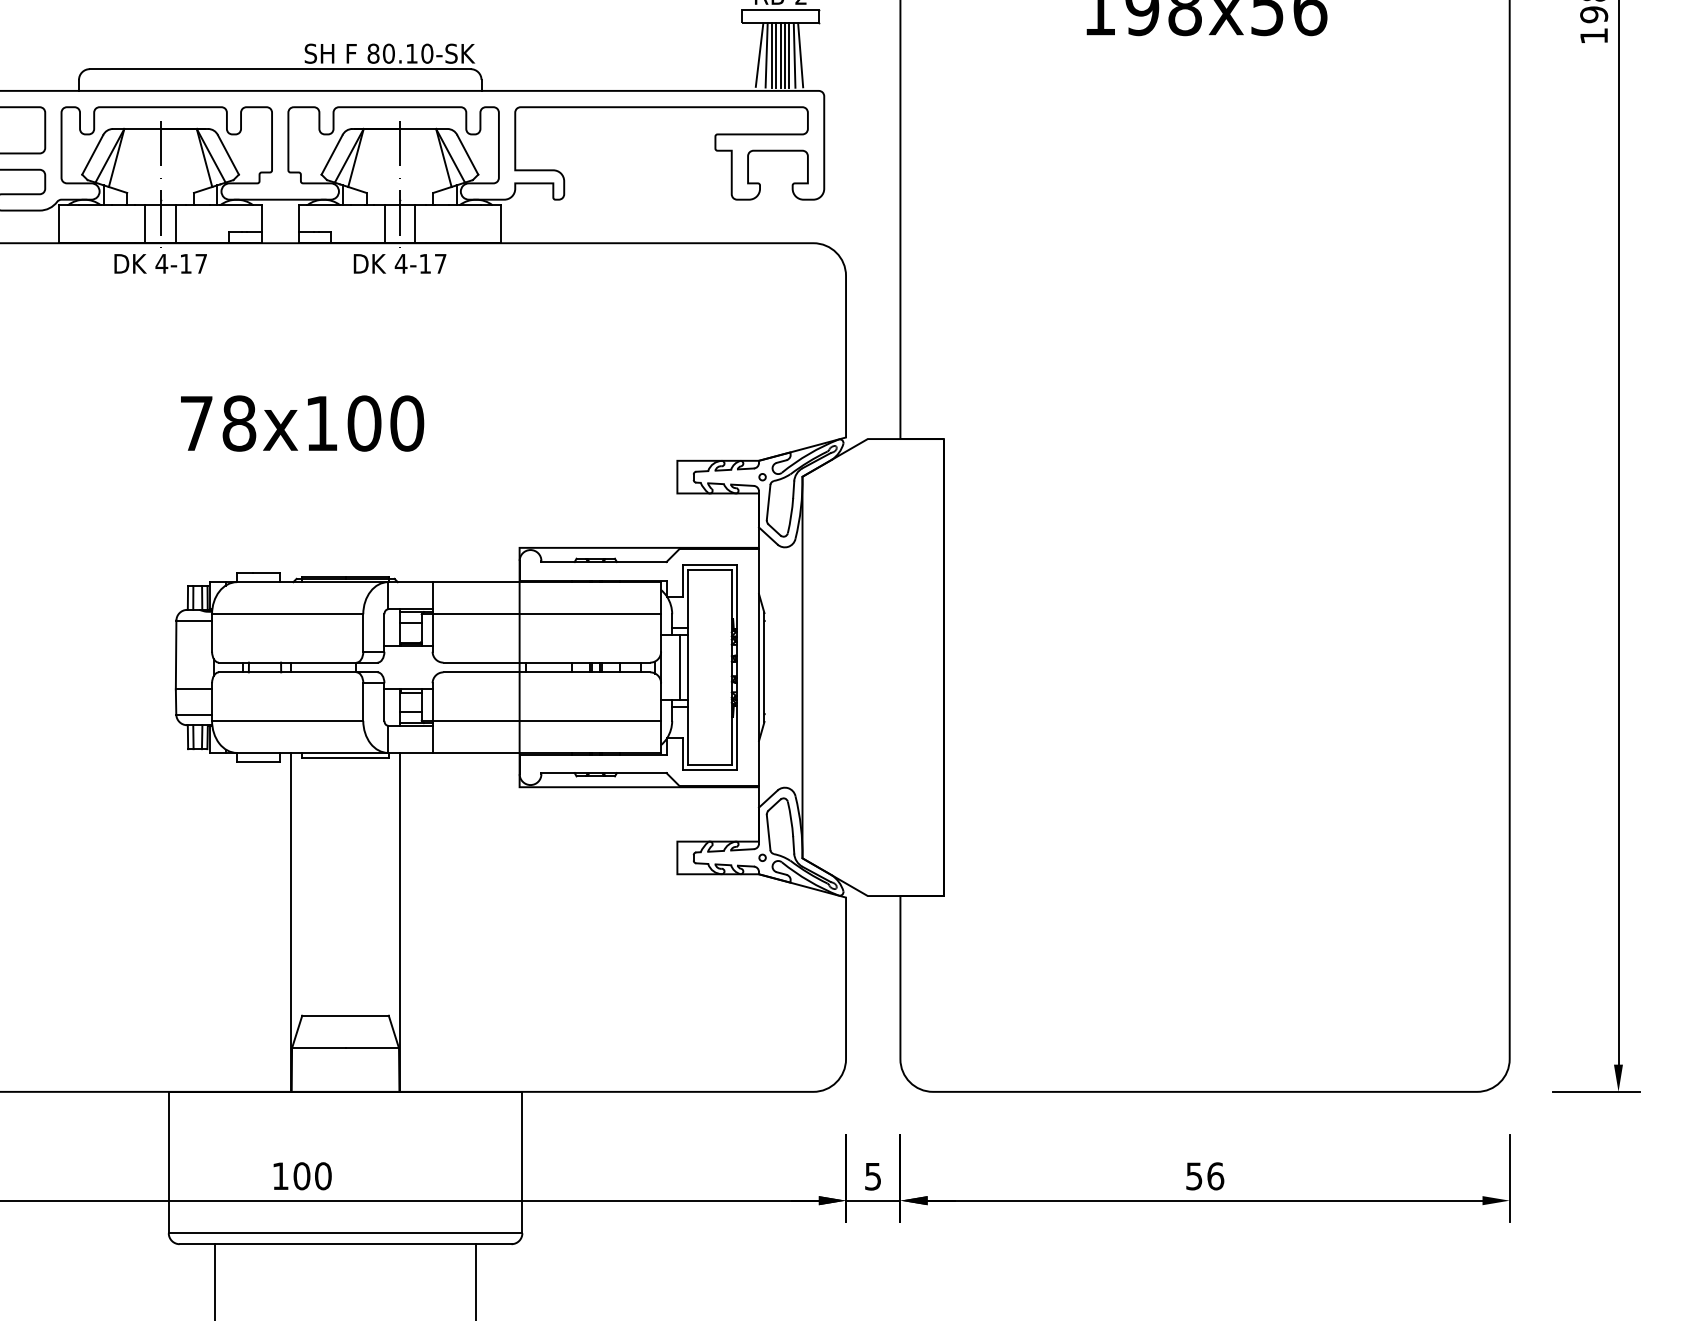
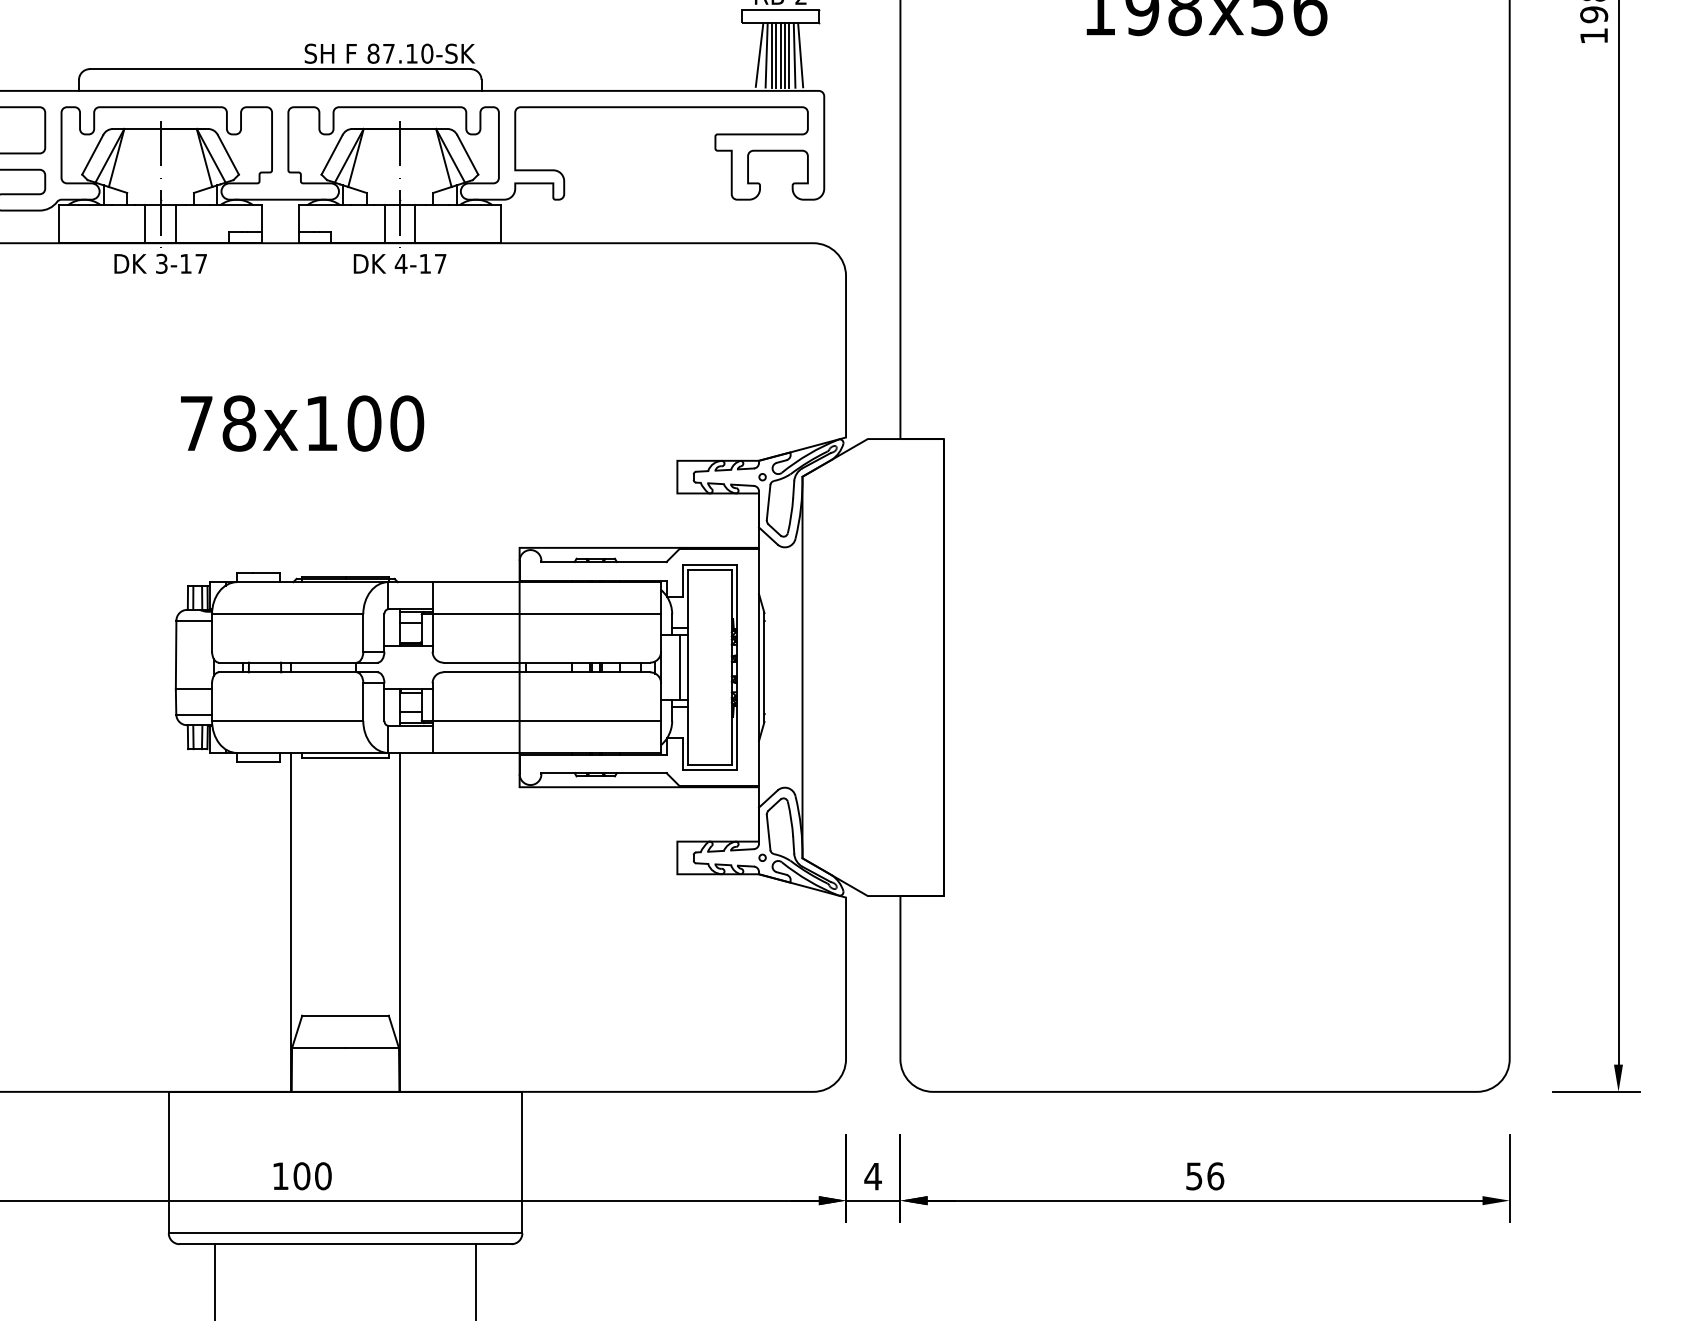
text at (388, 53): 80.10-SK -> 87.10-SK
text at (161, 263): 4-17 -> 3-17
text at (872, 1176): 5 -> 4
